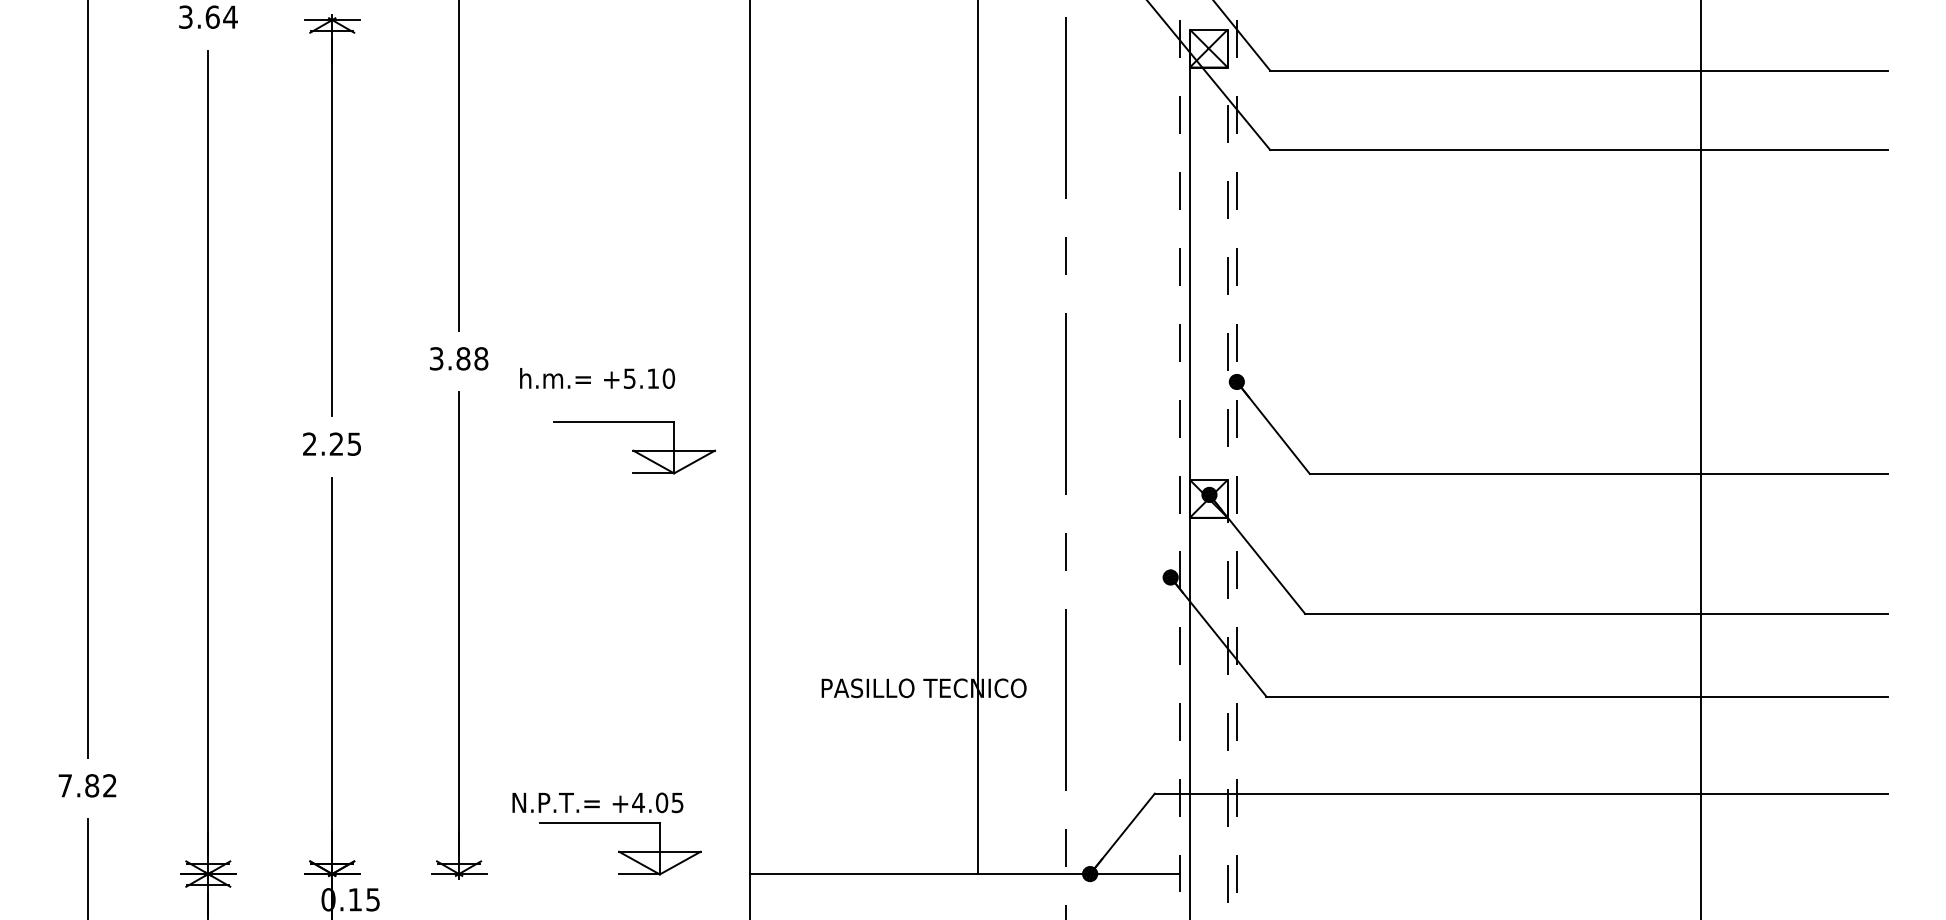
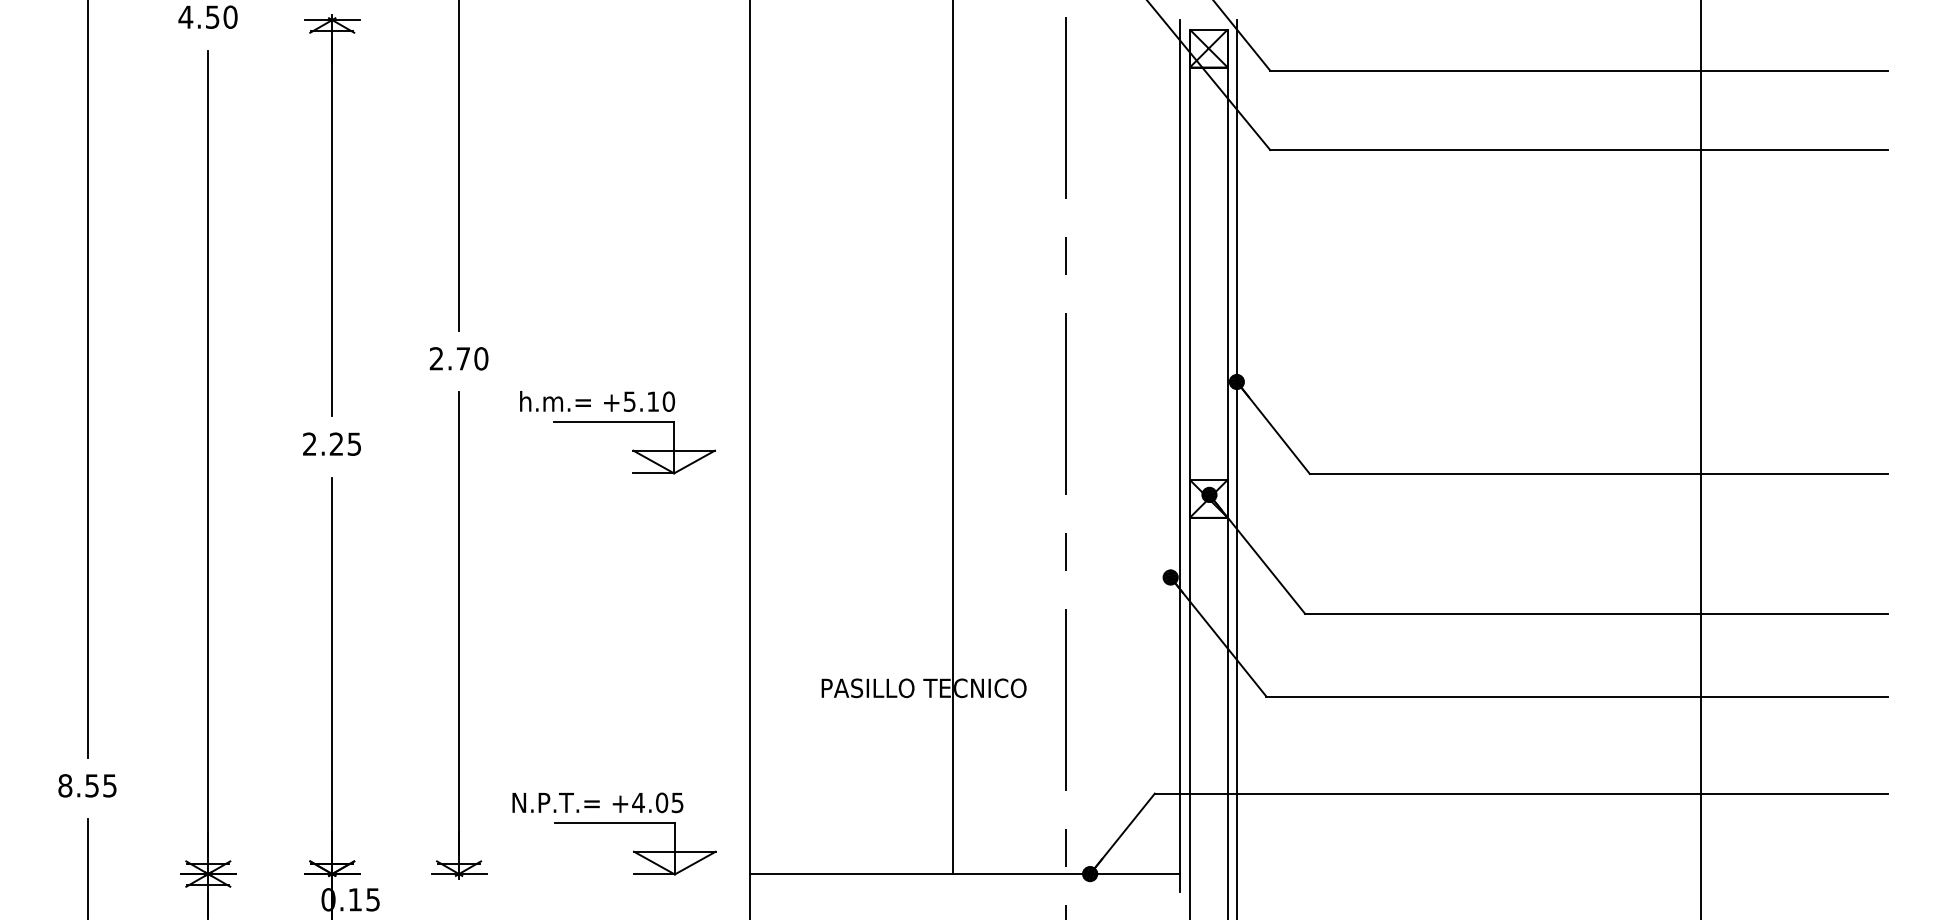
text at (207, 16): 3.64 -> 4.50
text at (458, 358): 3.88 -> 2.70
text at (597, 378) position: (597, 378) -> (597, 401)
line at (977, 438) position: (977, 438) -> (952, 438)
line at (1180, 456): dashed -> solid
line at (1237, 469): dashed -> solid
line at (1227, 474): dashed -> solid
text at (87, 785): 7.82 -> 8.55
part at (620, 848) position: (620, 848) -> (635, 848)
